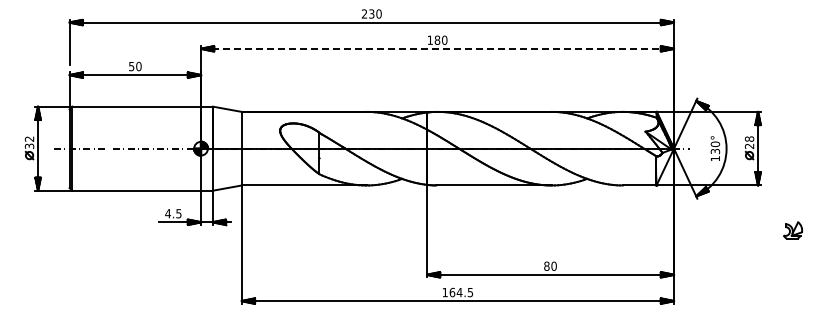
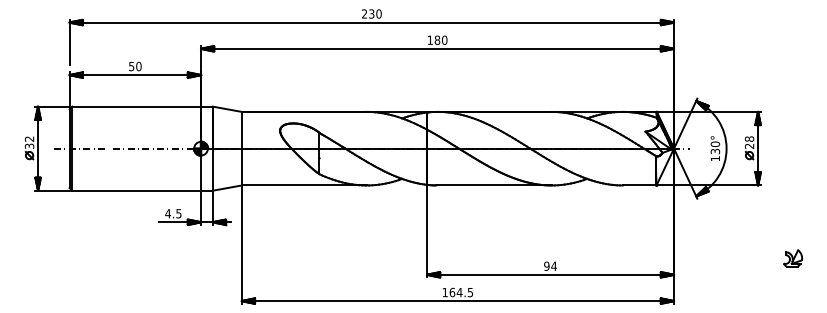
line at (438, 48): dashed -> solid
part at (793, 230) position: (793, 230) -> (793, 258)
text at (550, 265): 80 -> 94
